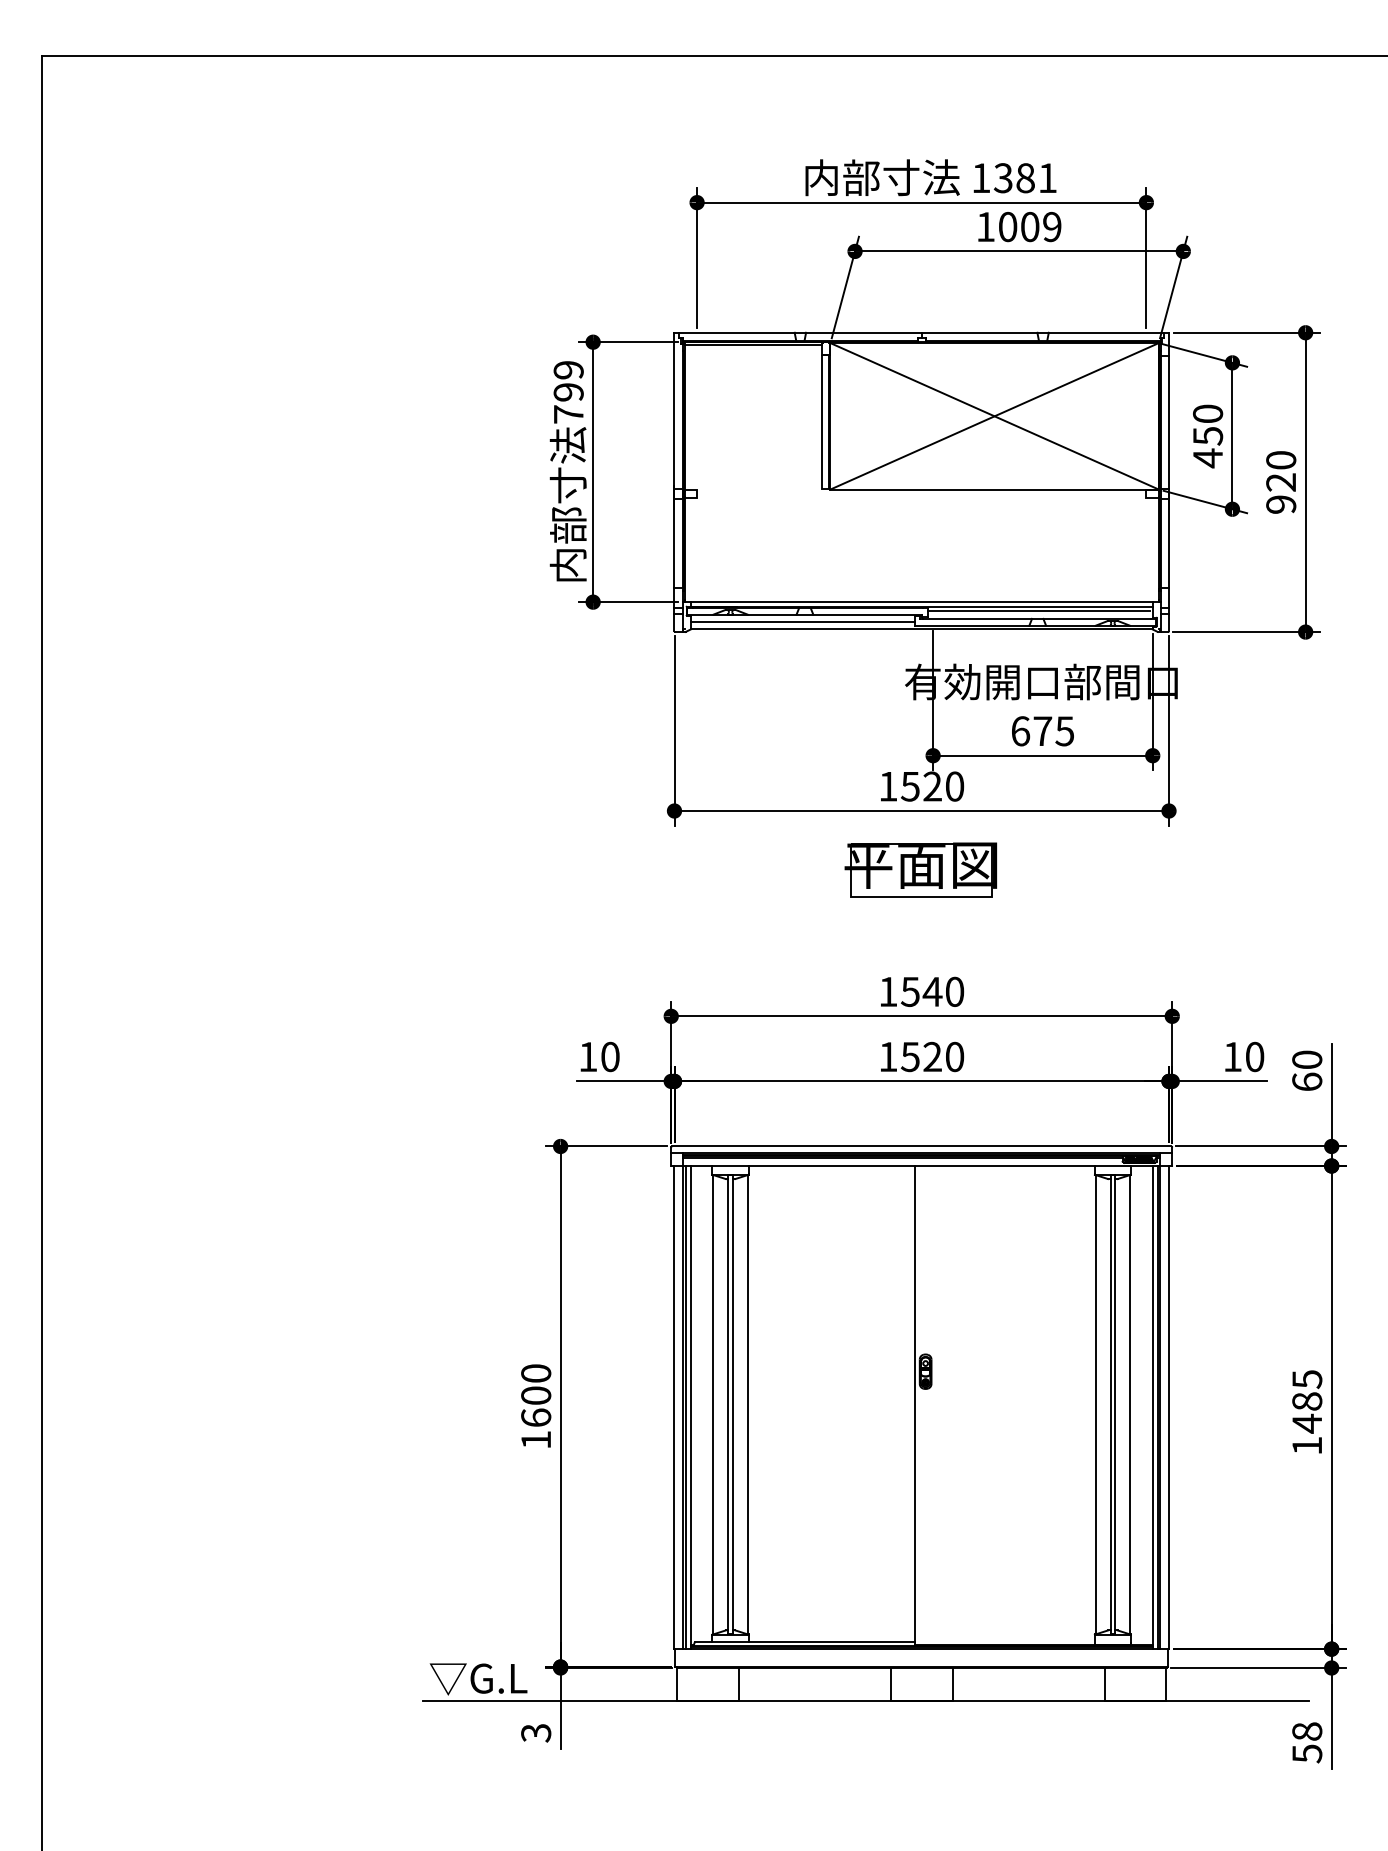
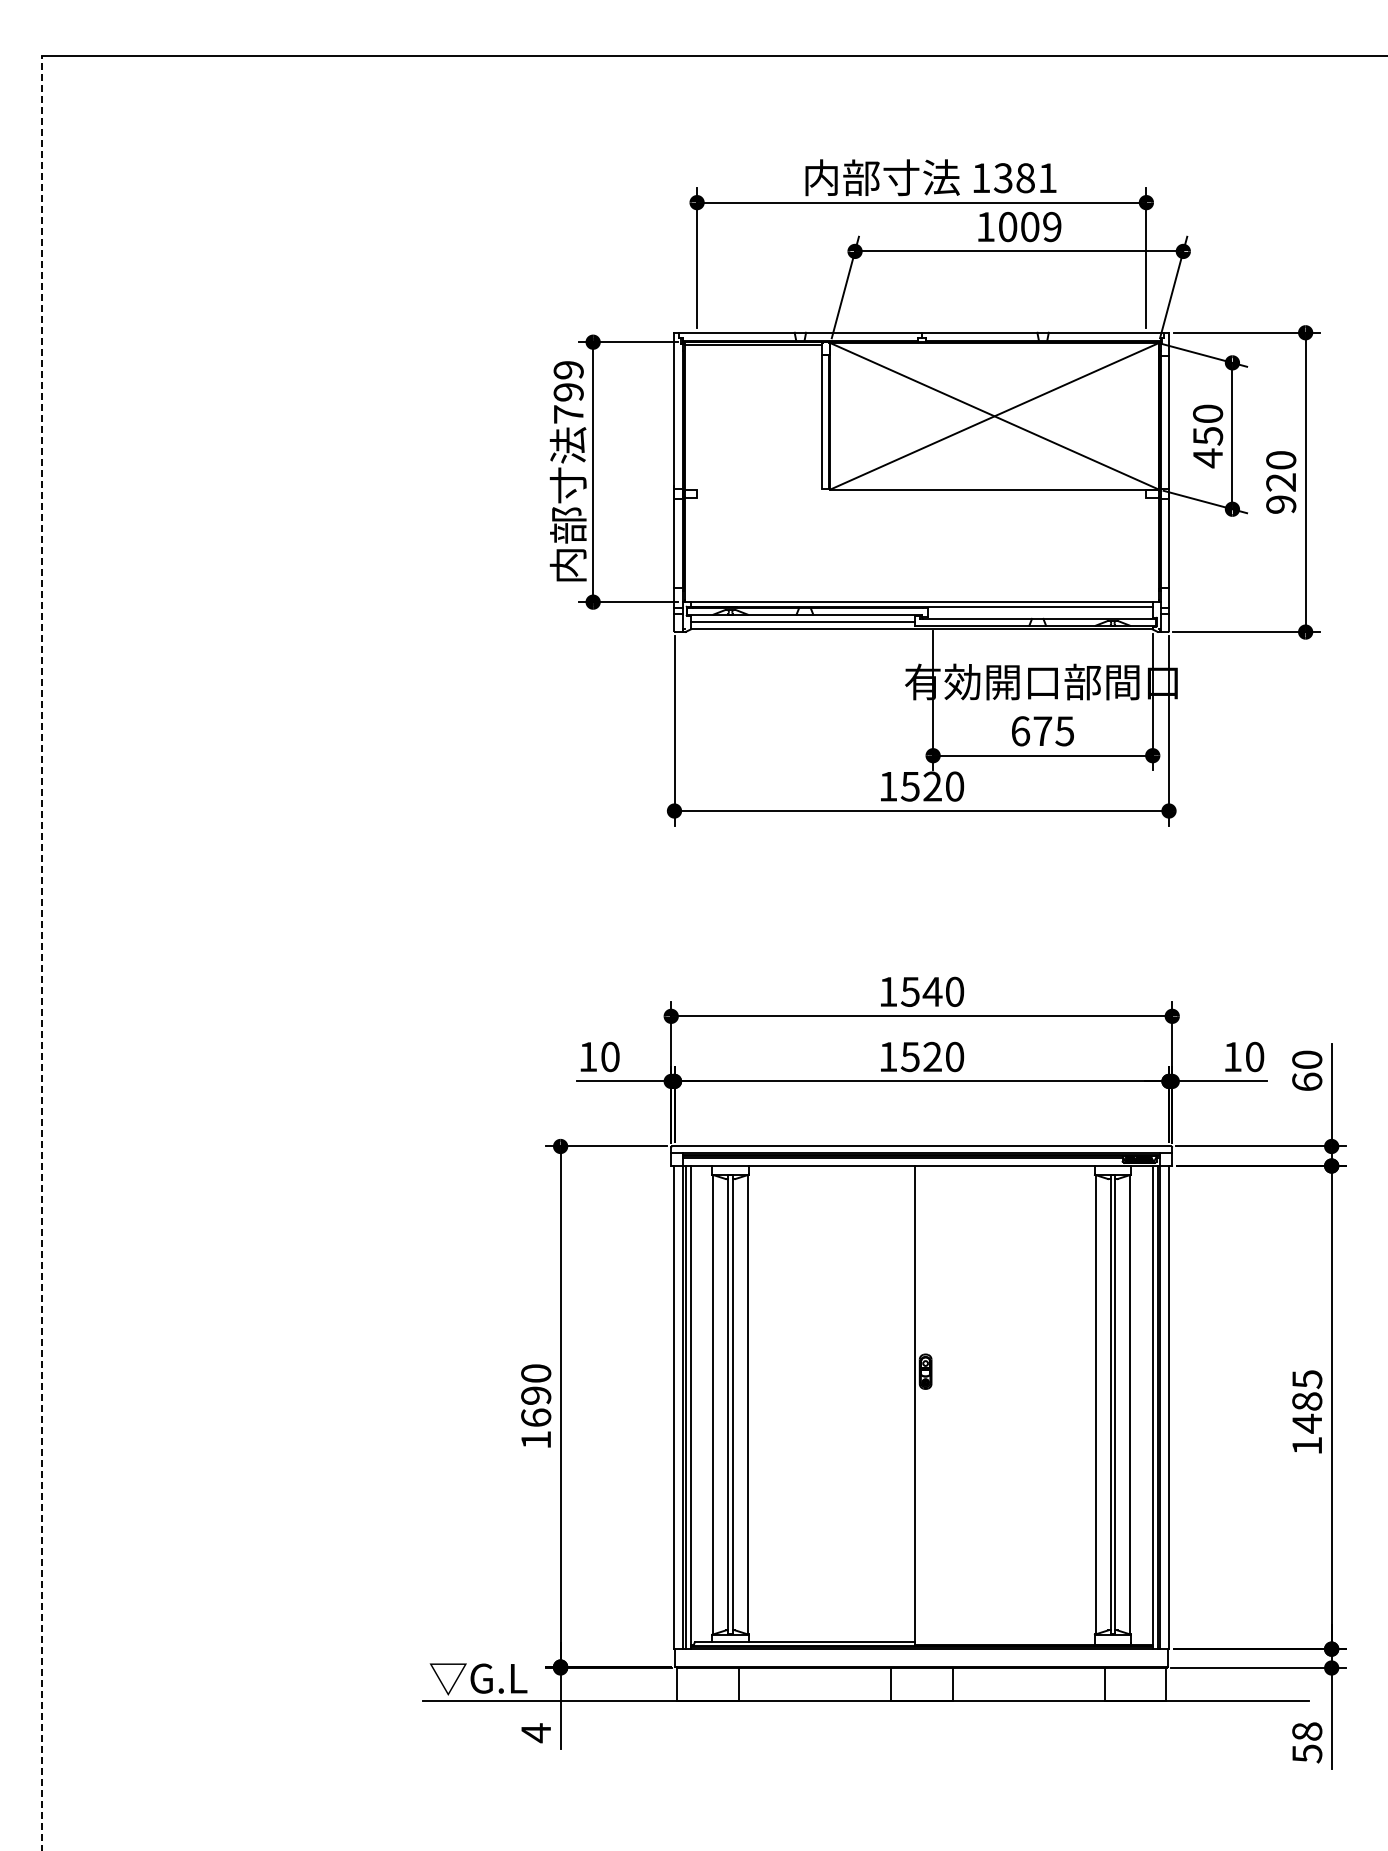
line at (1039, 610): present -> none
part at (920, 869): present -> none
line at (41, 952): solid -> dashed
text at (536, 1395): 1600 -> 1690
text at (536, 1733): 3 -> 4
